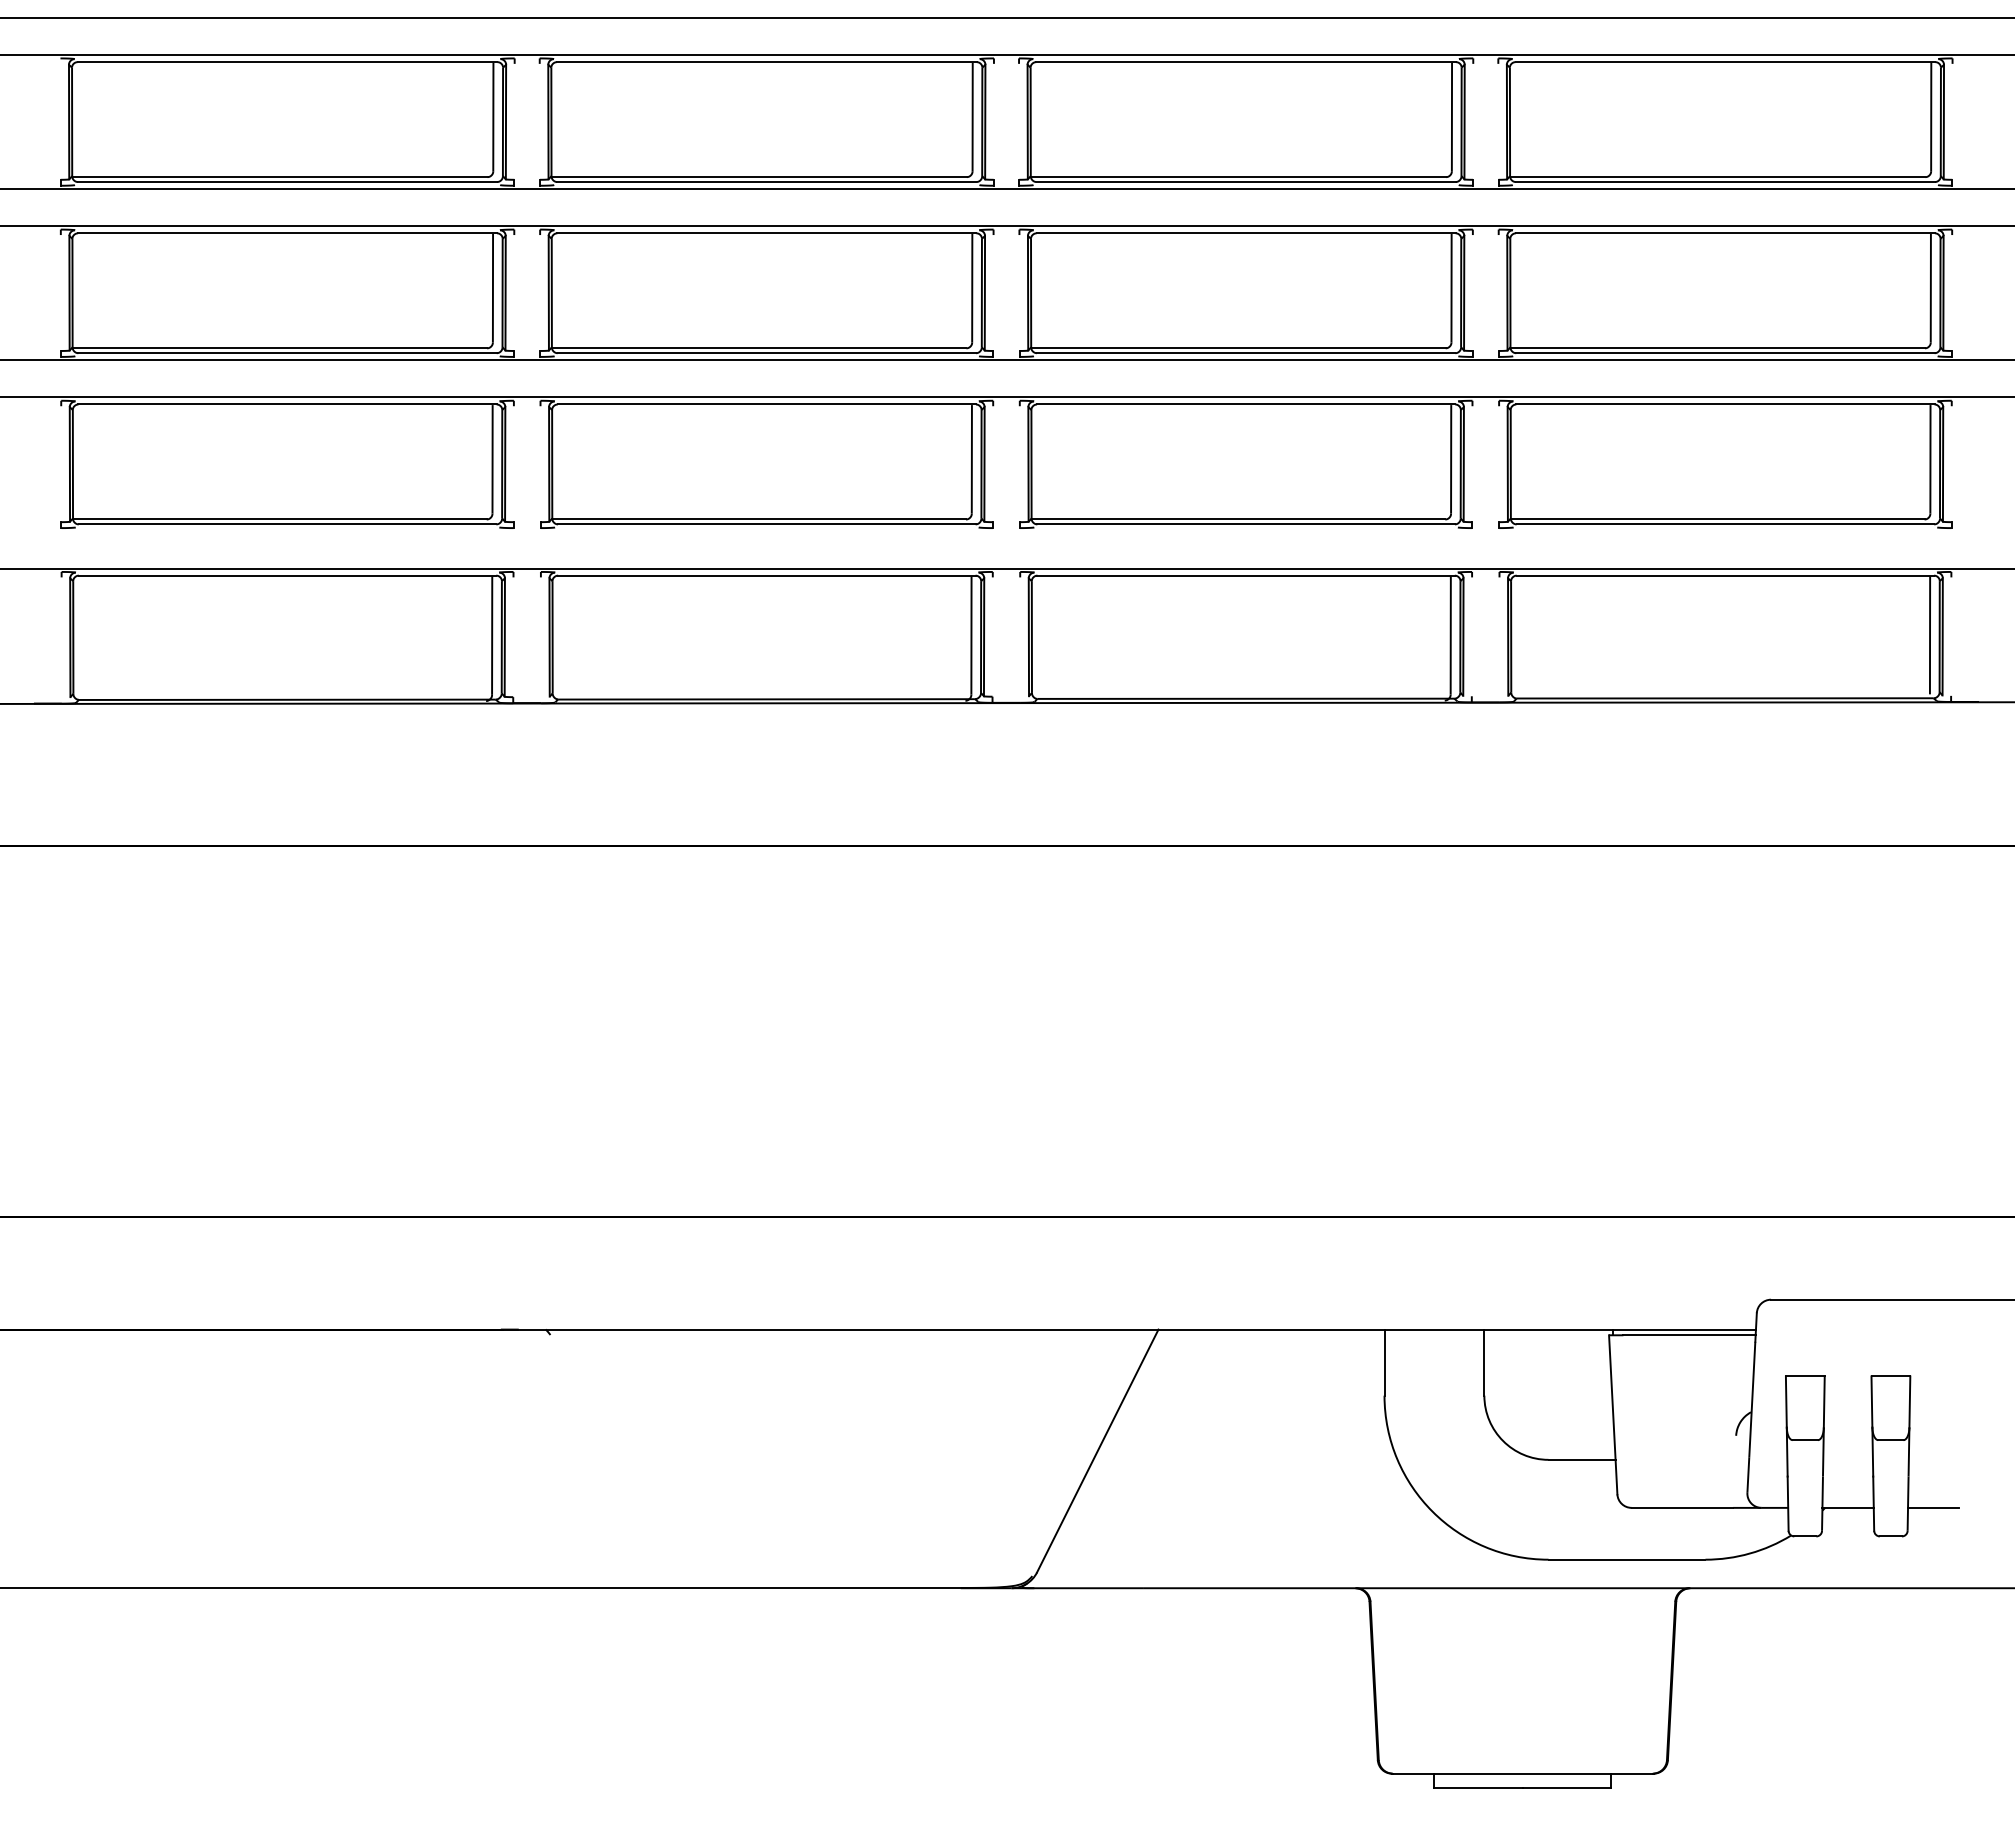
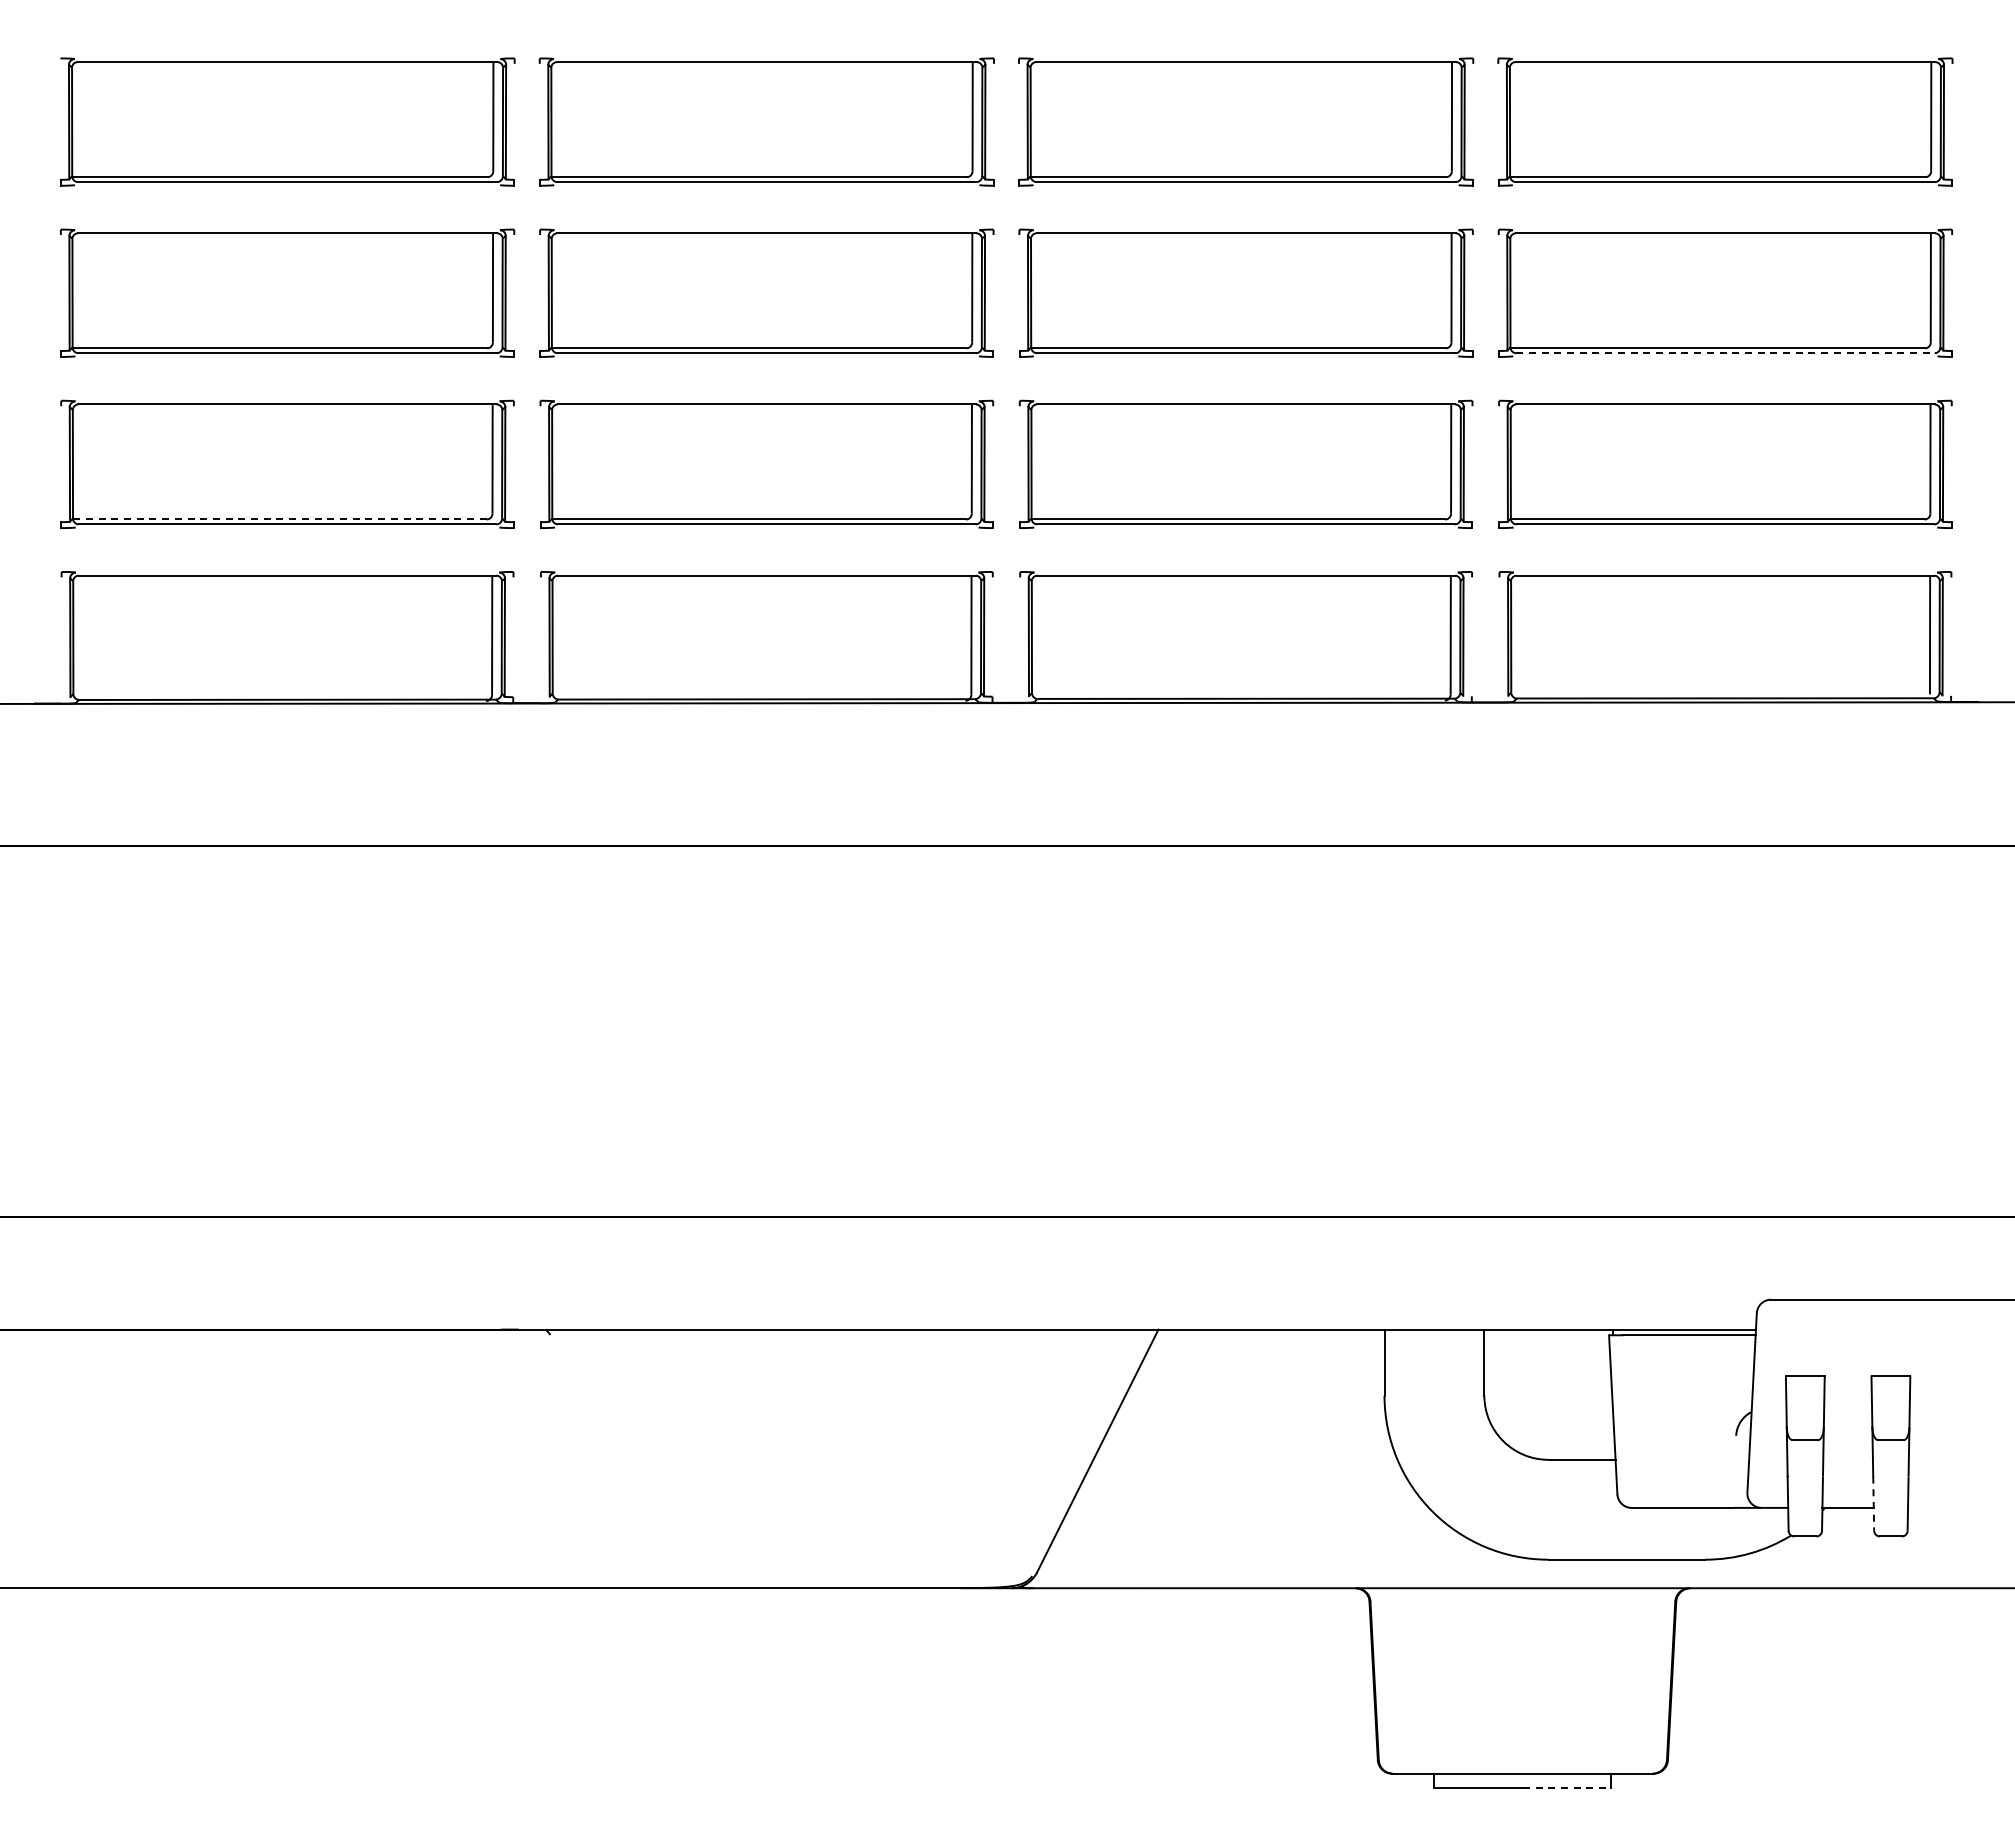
line at (1006, 17): present -> none
line at (1006, 55): present -> none
line at (1006, 189): present -> none
line at (1006, 226): present -> none
line at (1725, 353): solid -> dashed
line at (1006, 360): present -> none
line at (1006, 397): present -> none
line at (279, 519): solid -> dashed
line at (1006, 568): present -> none
line at (1873, 1504): solid -> dashed
line at (1933, 1507): present -> none
line at (1567, 1787): solid -> dashed
